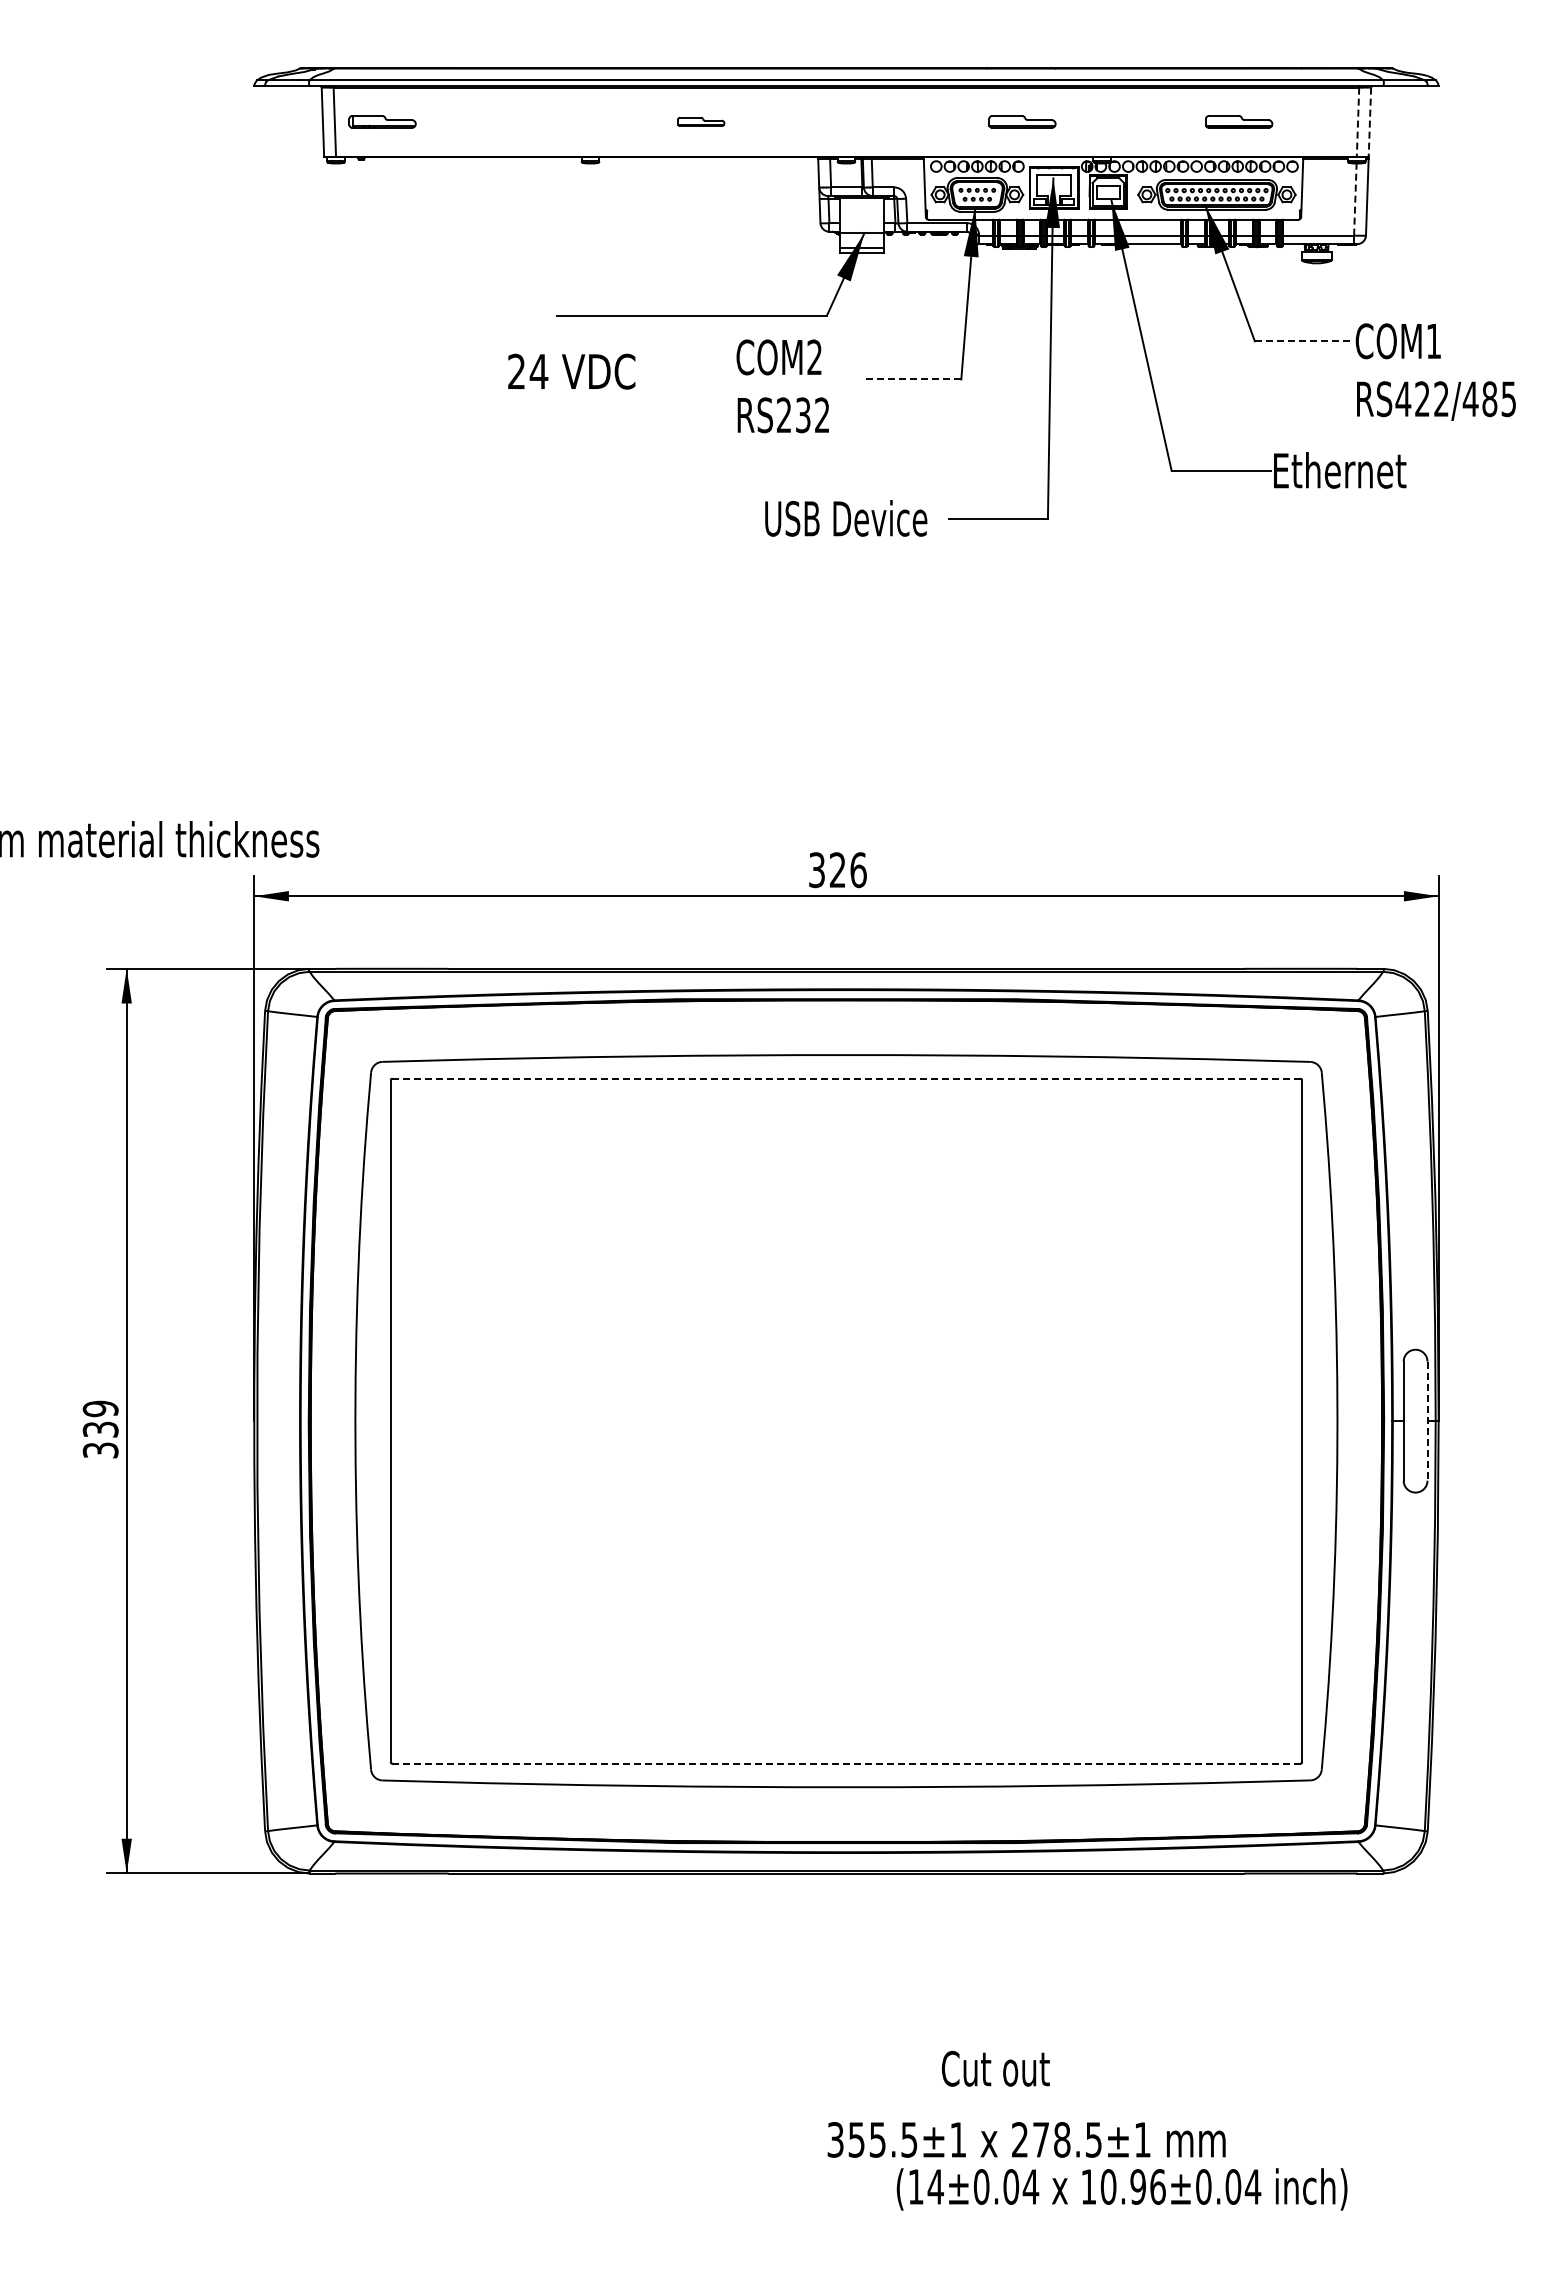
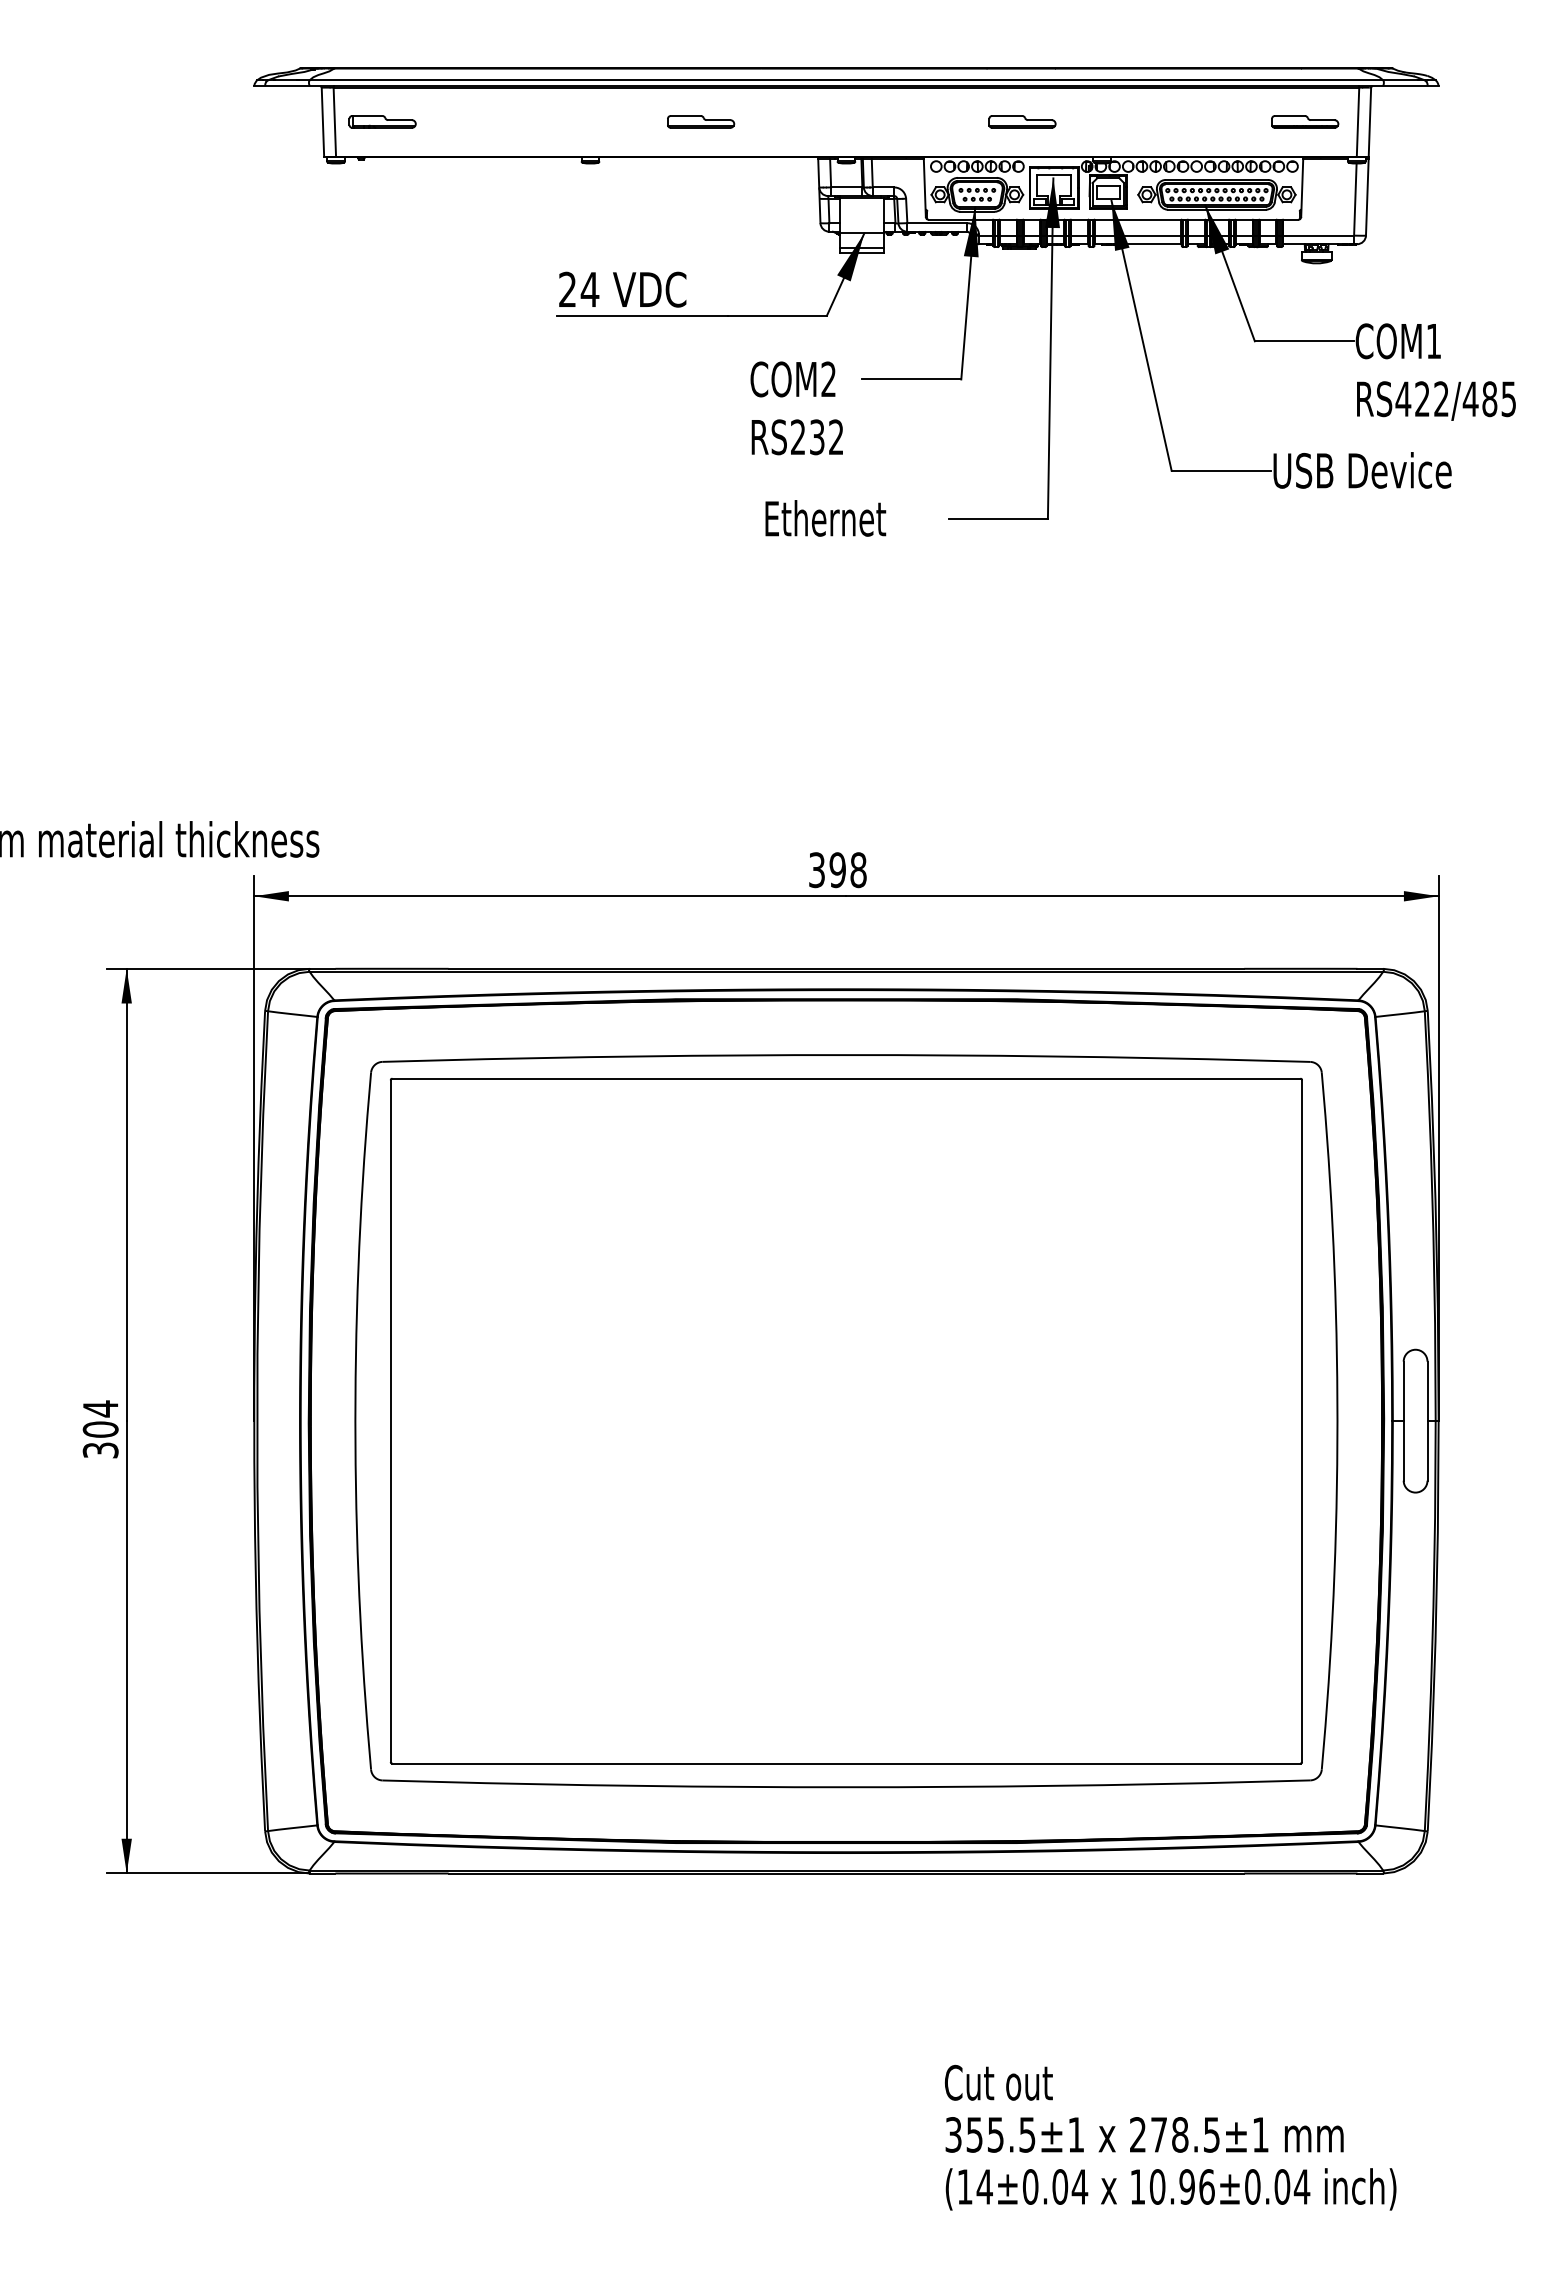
part at (701, 121) size: 49x10 px -> 69x14 px
part at (1239, 121) position: (1239, 121) -> (1305, 121)
line at (1358, 122): dashed -> solid
line at (1369, 122): dashed -> solid
line at (1355, 199): dashed -> solid
line at (1304, 341): dashed -> solid
text at (571, 371) position: (571, 371) -> (622, 289)
line at (911, 379): dashed -> solid
text at (782, 386) position: (782, 386) -> (796, 408)
text at (1362, 470): Ethernet -> USB Device
text at (846, 518): USB Device -> Ethernet
text at (847, 870): 326 -> 398
line at (845, 1078): dashed -> solid
text at (100, 1418): 339 -> 304
line at (1427, 1421): dashed -> solid
line at (846, 1763): dashed -> solid
text at (995, 2068) position: (995, 2068) -> (998, 2082)
text at (1026, 2139) position: (1026, 2139) -> (1144, 2134)
text at (1121, 2189) position: (1121, 2189) -> (1170, 2189)
